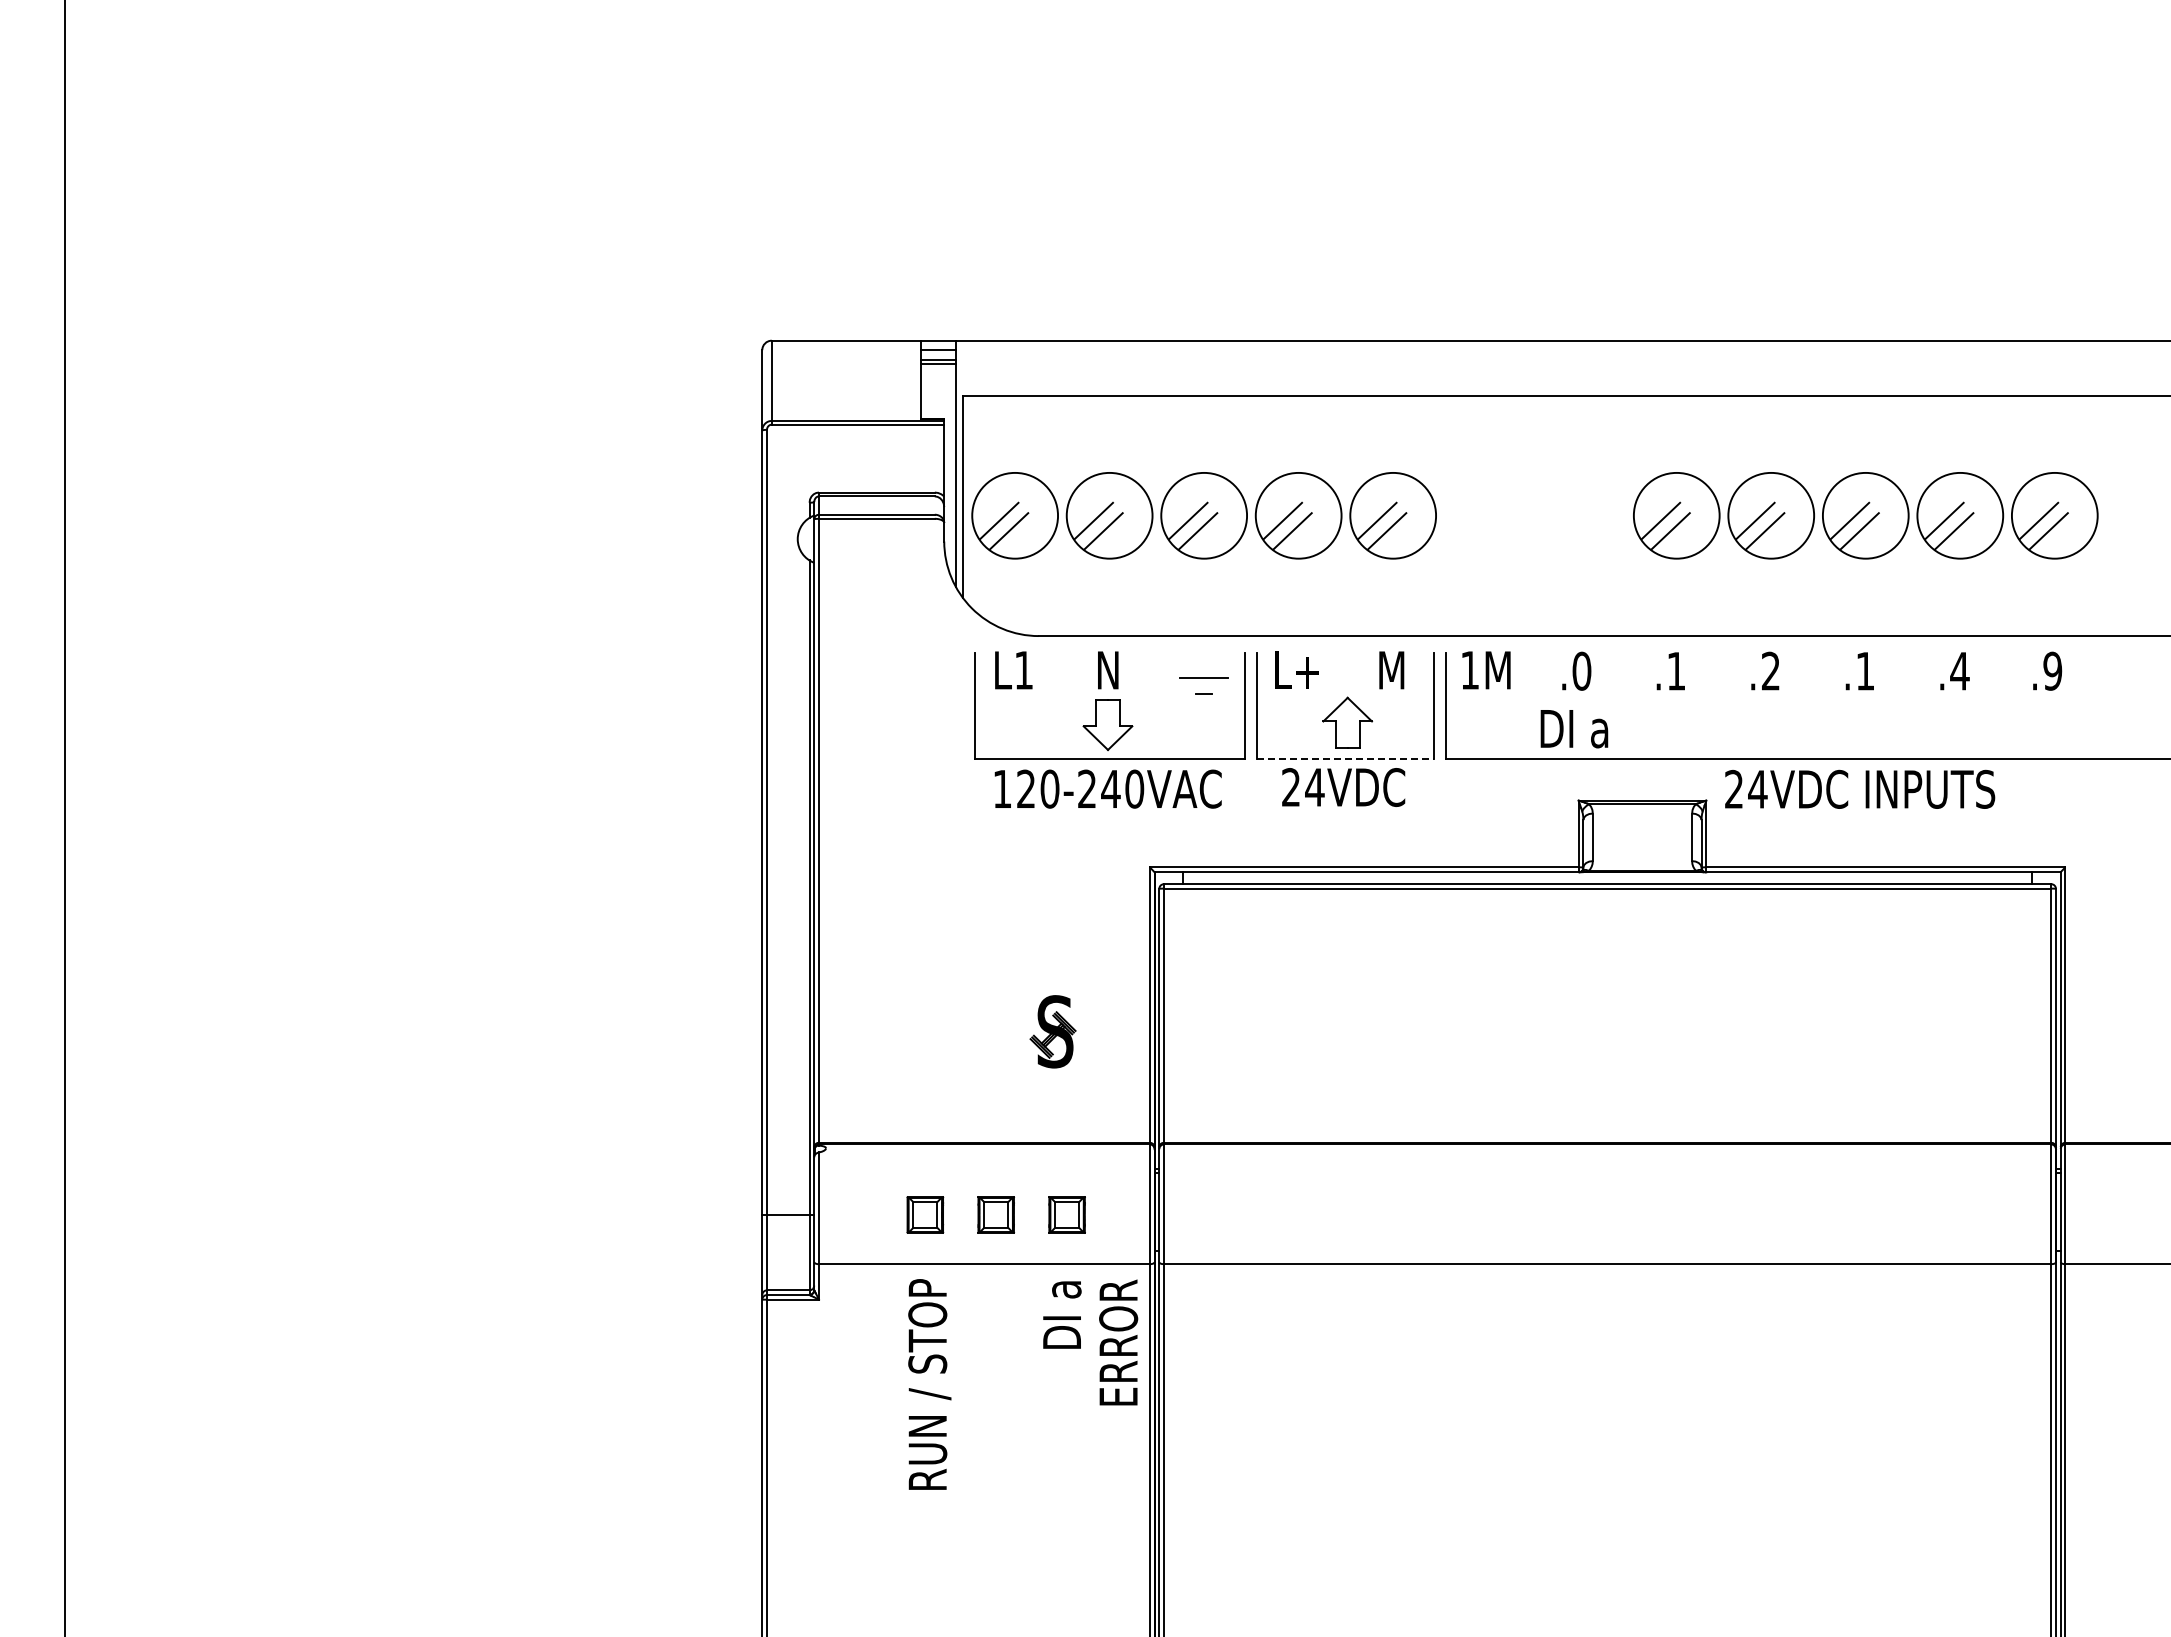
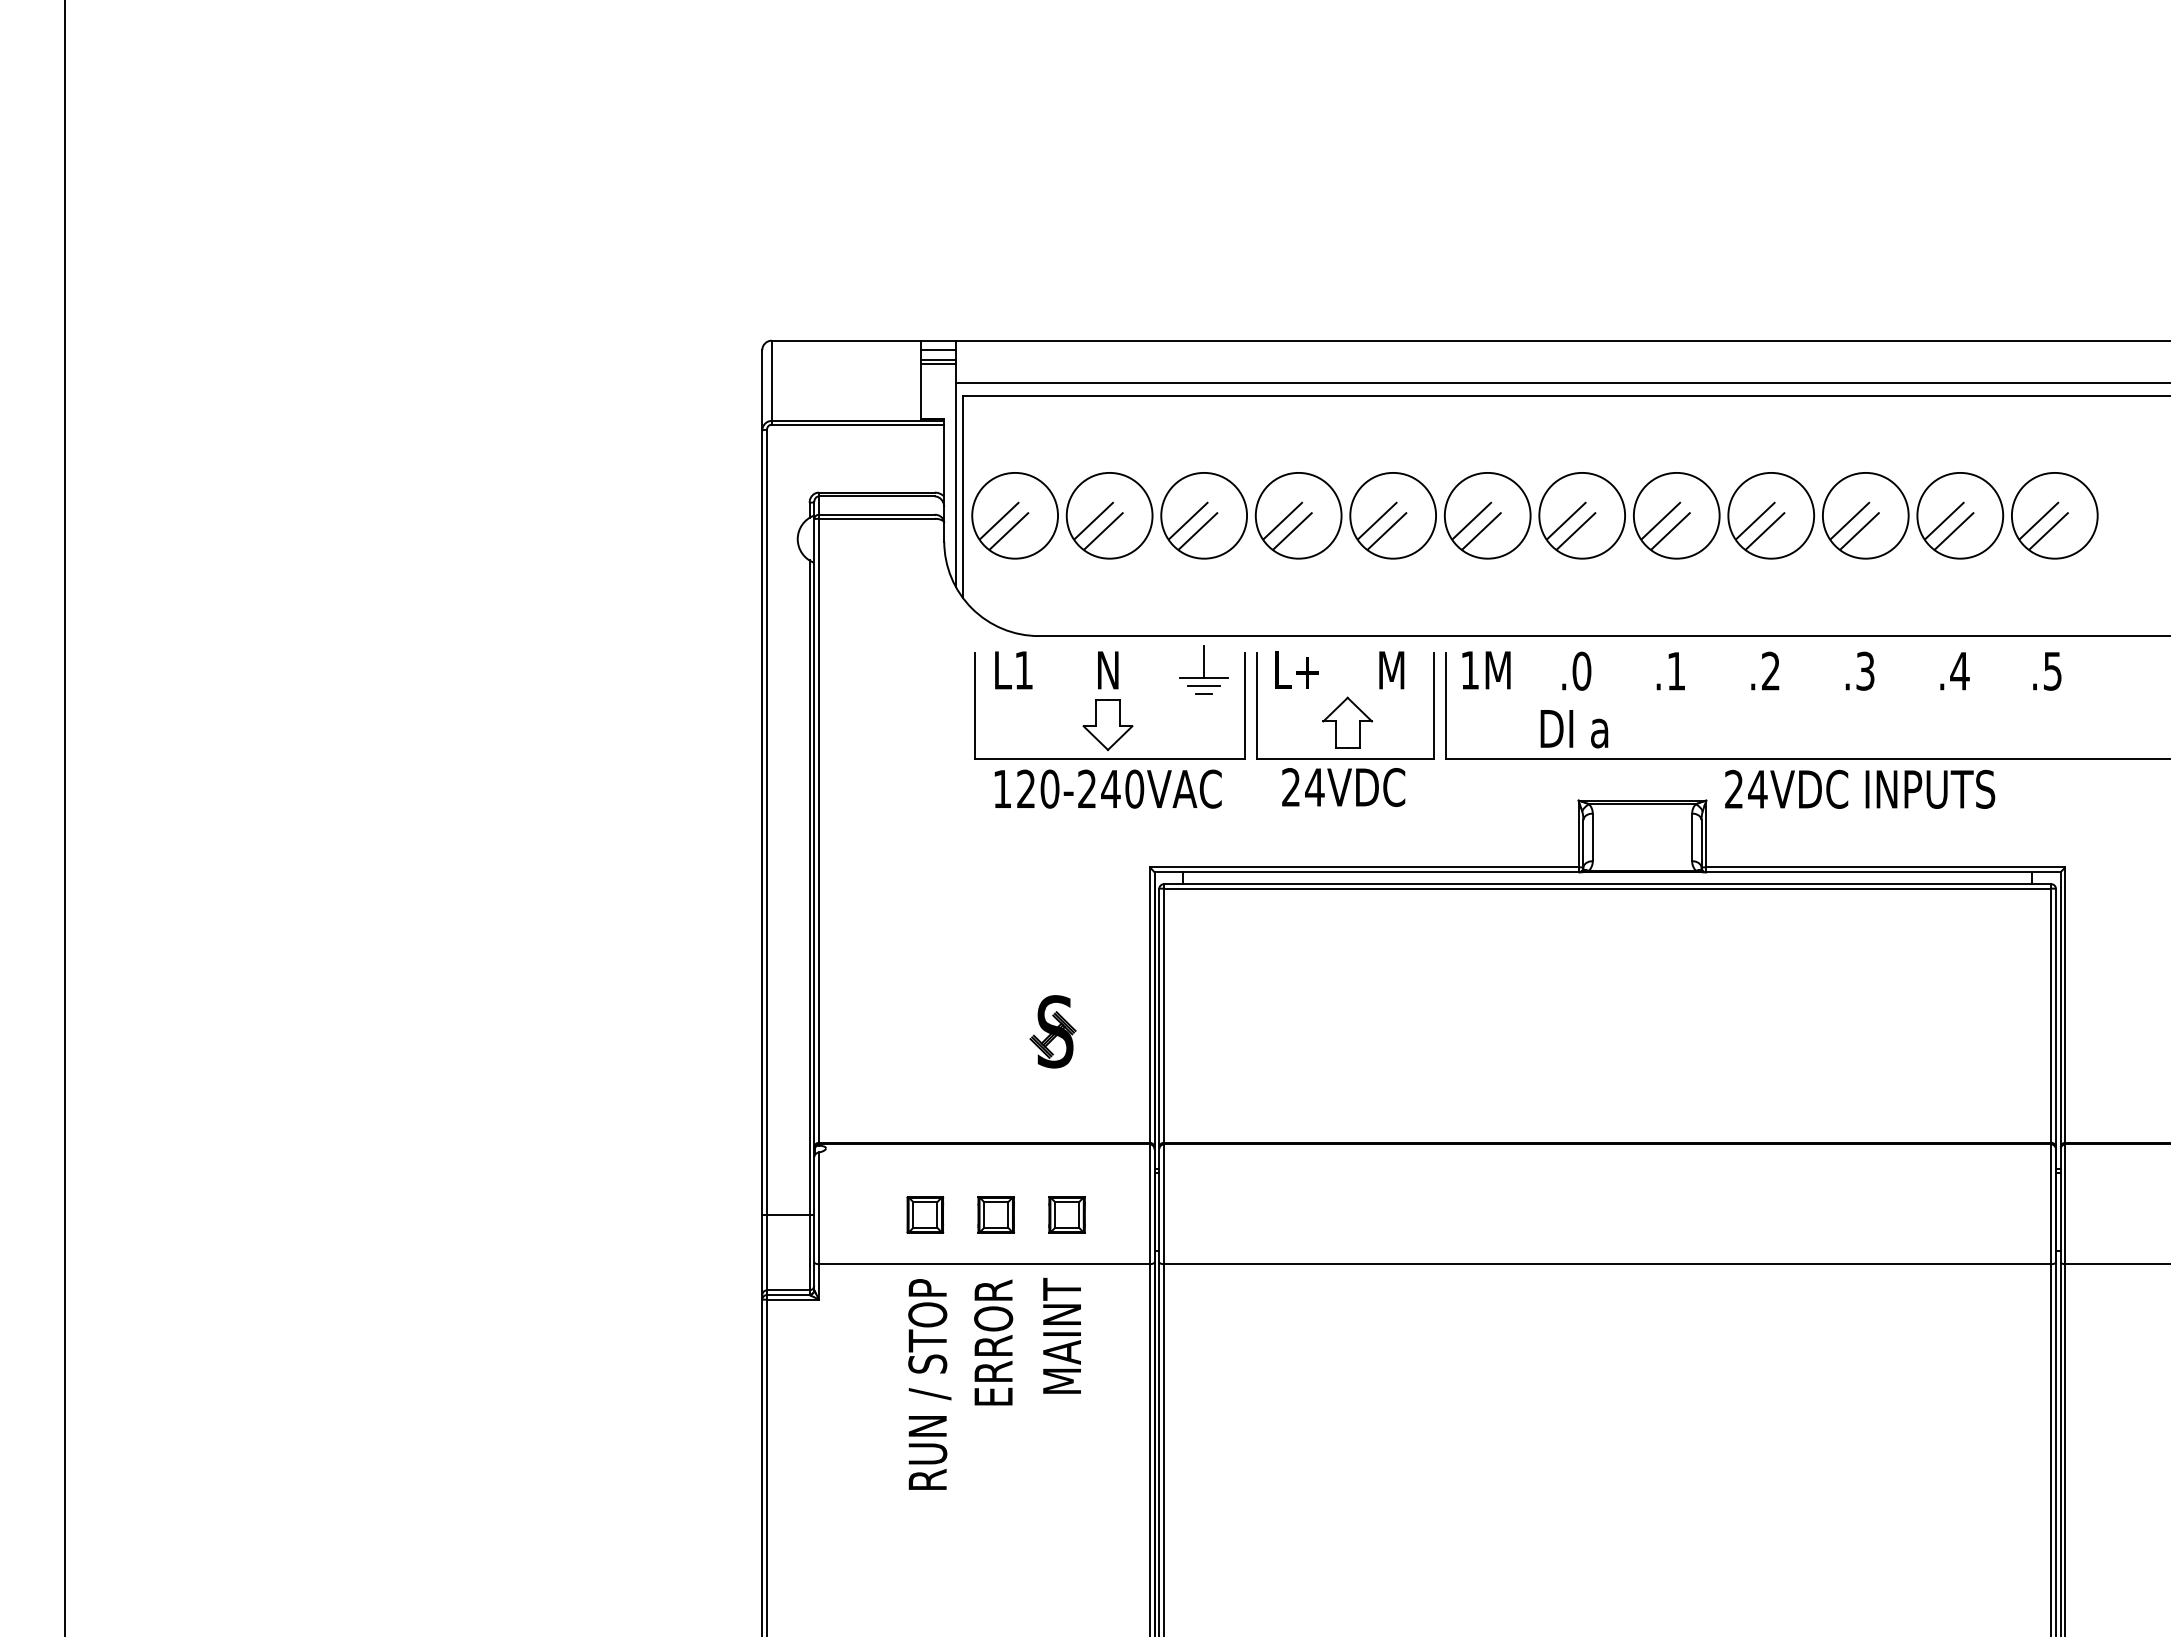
line at (1561, 383): none -> present
part at (1534, 515): none -> present
line at (1204, 662): none -> present
text at (1865, 670): .1 -> .3
text at (2052, 670): .9 -> .5
line at (1203, 686): none -> present
line at (1345, 759): dashed -> solid
text at (1062, 1335): DI a -> MAINT
text at (1118, 1342) position: (1118, 1342) -> (993, 1342)
